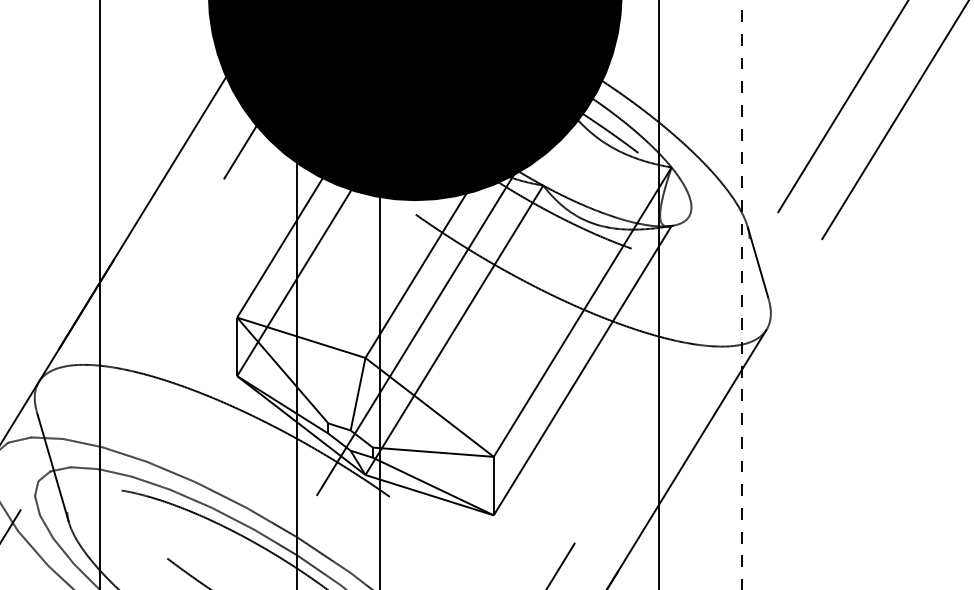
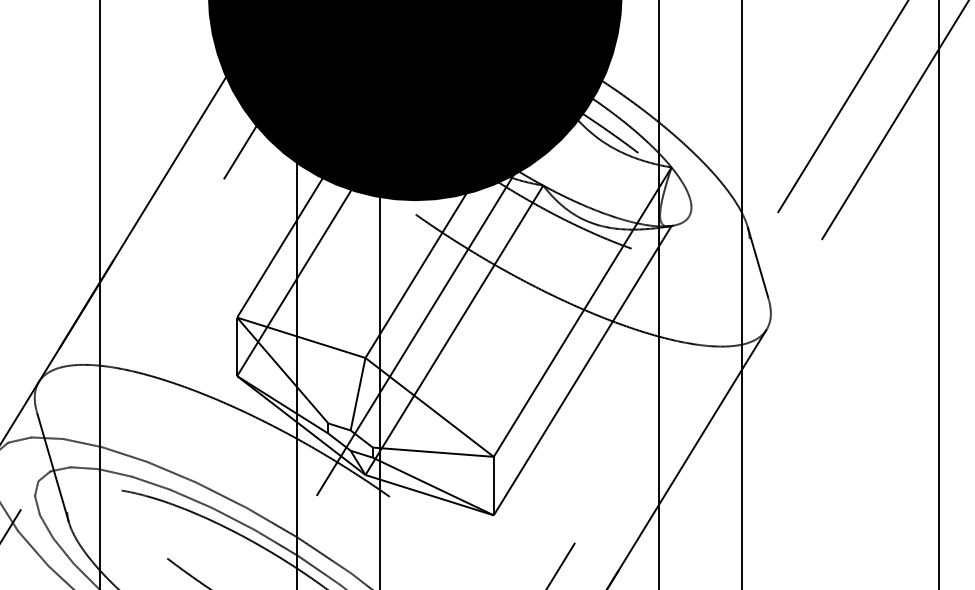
line at (741, 294): dashed -> solid
line at (938, 294): none -> present
